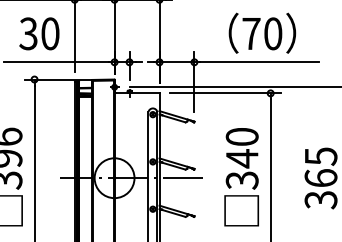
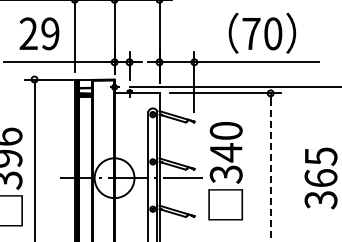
text at (39, 33): 30 -> 29
line at (270, 170): solid -> dashed
text at (241, 177) position: (241, 177) -> (225, 171)
